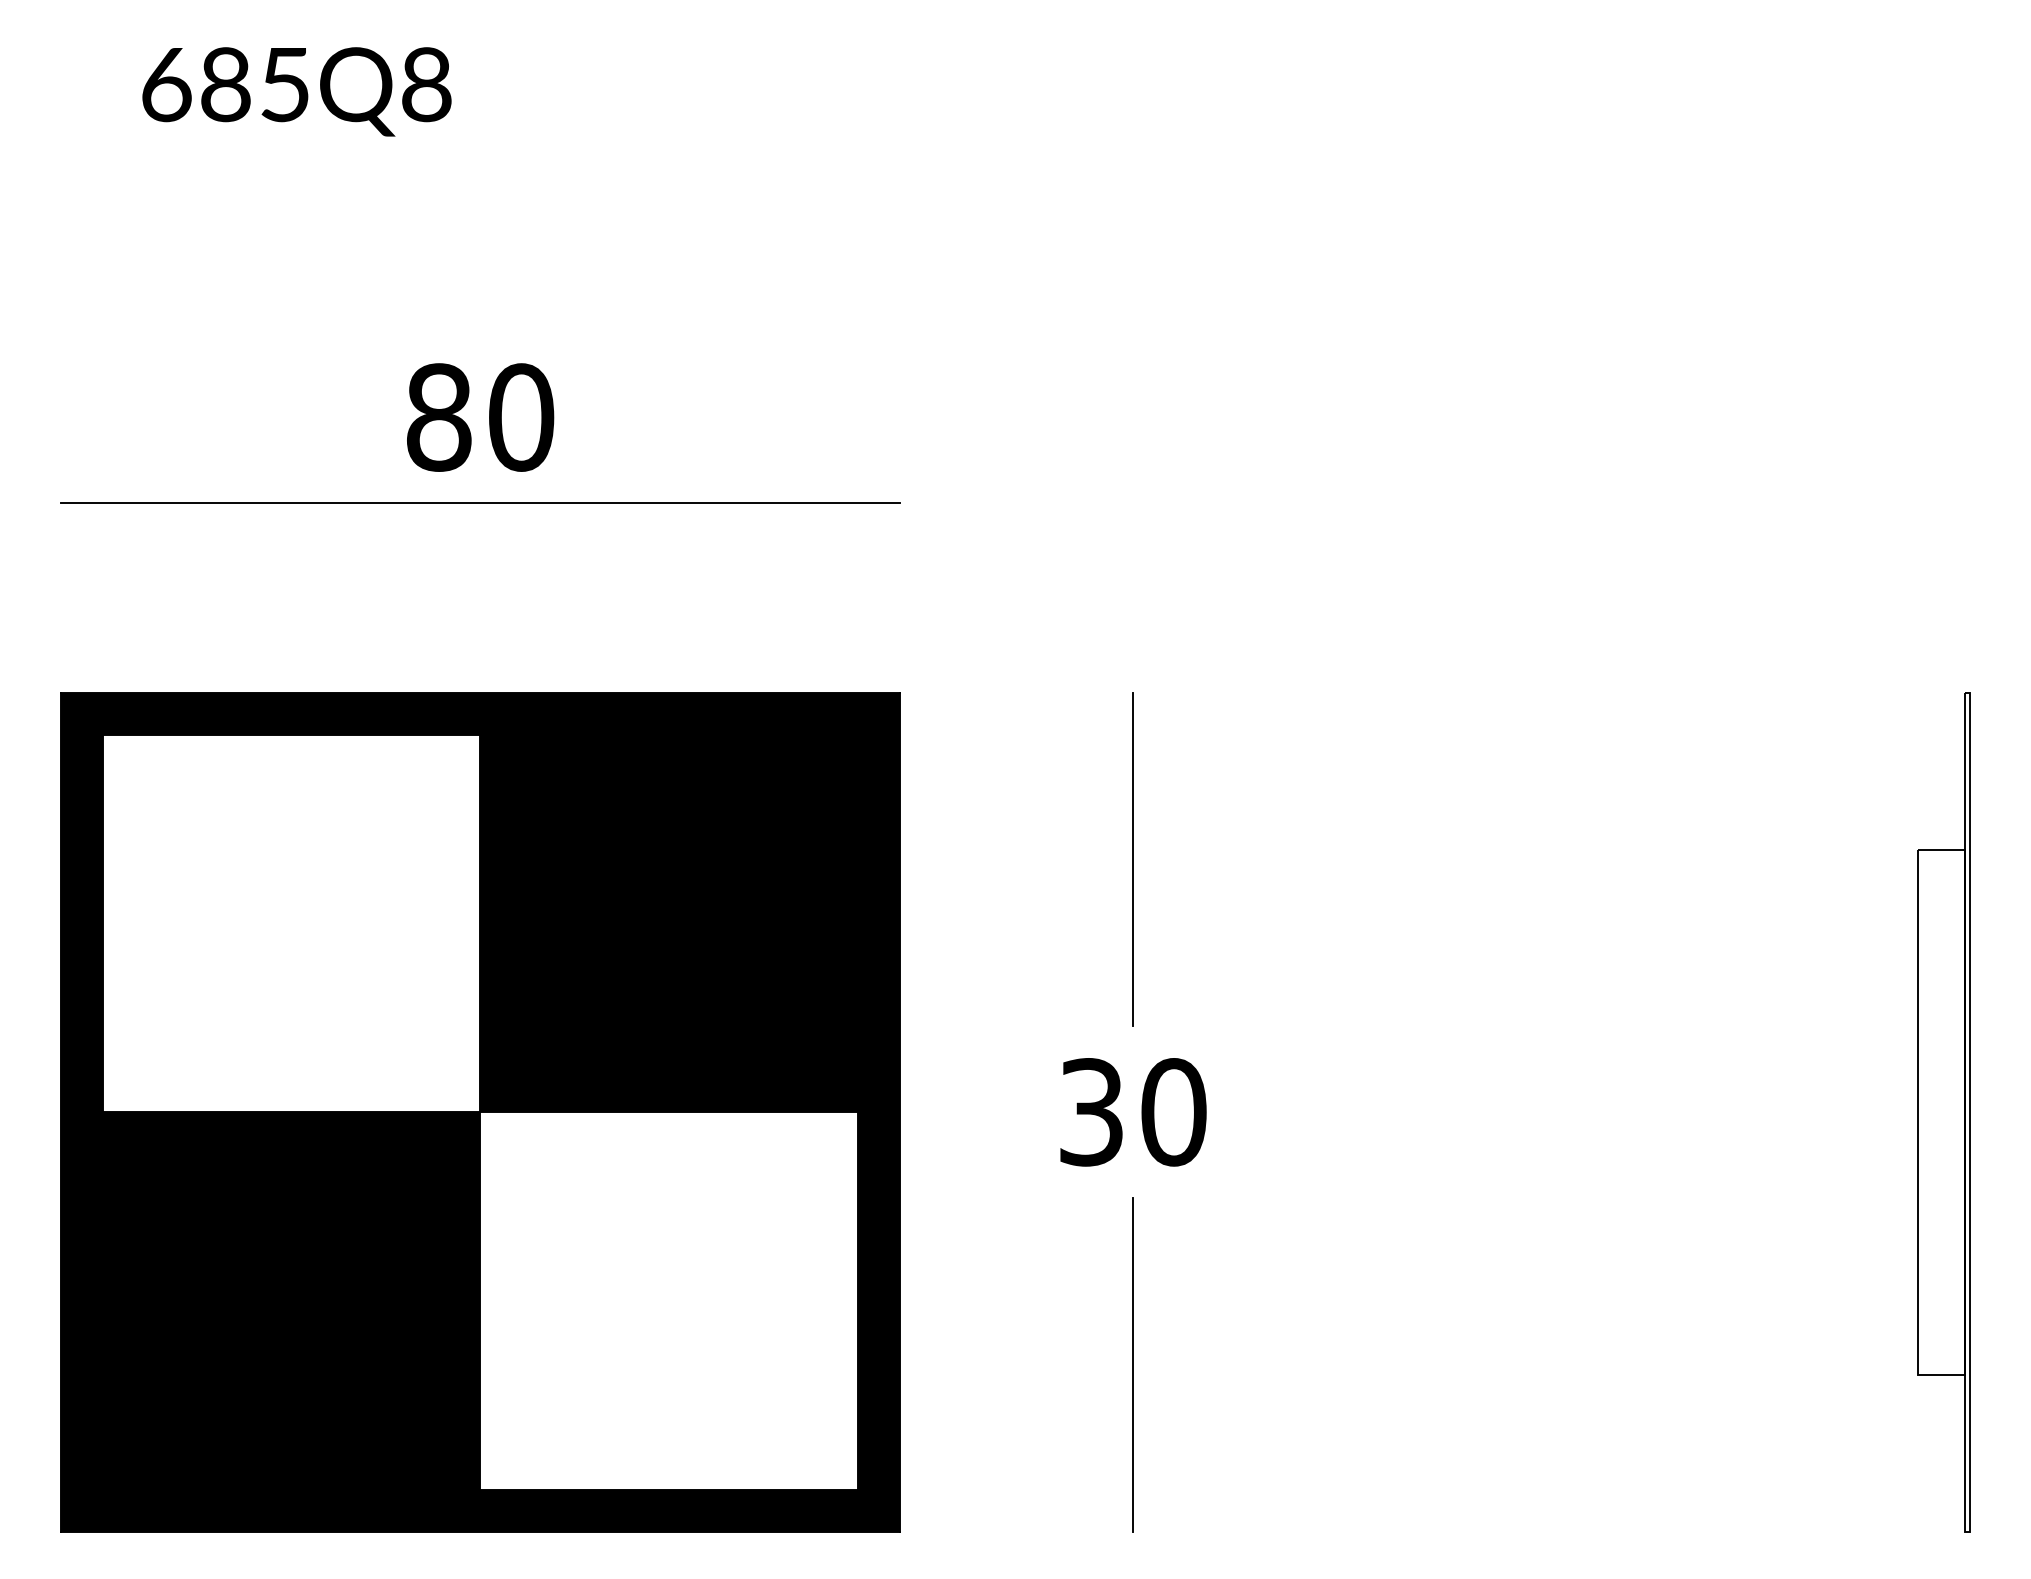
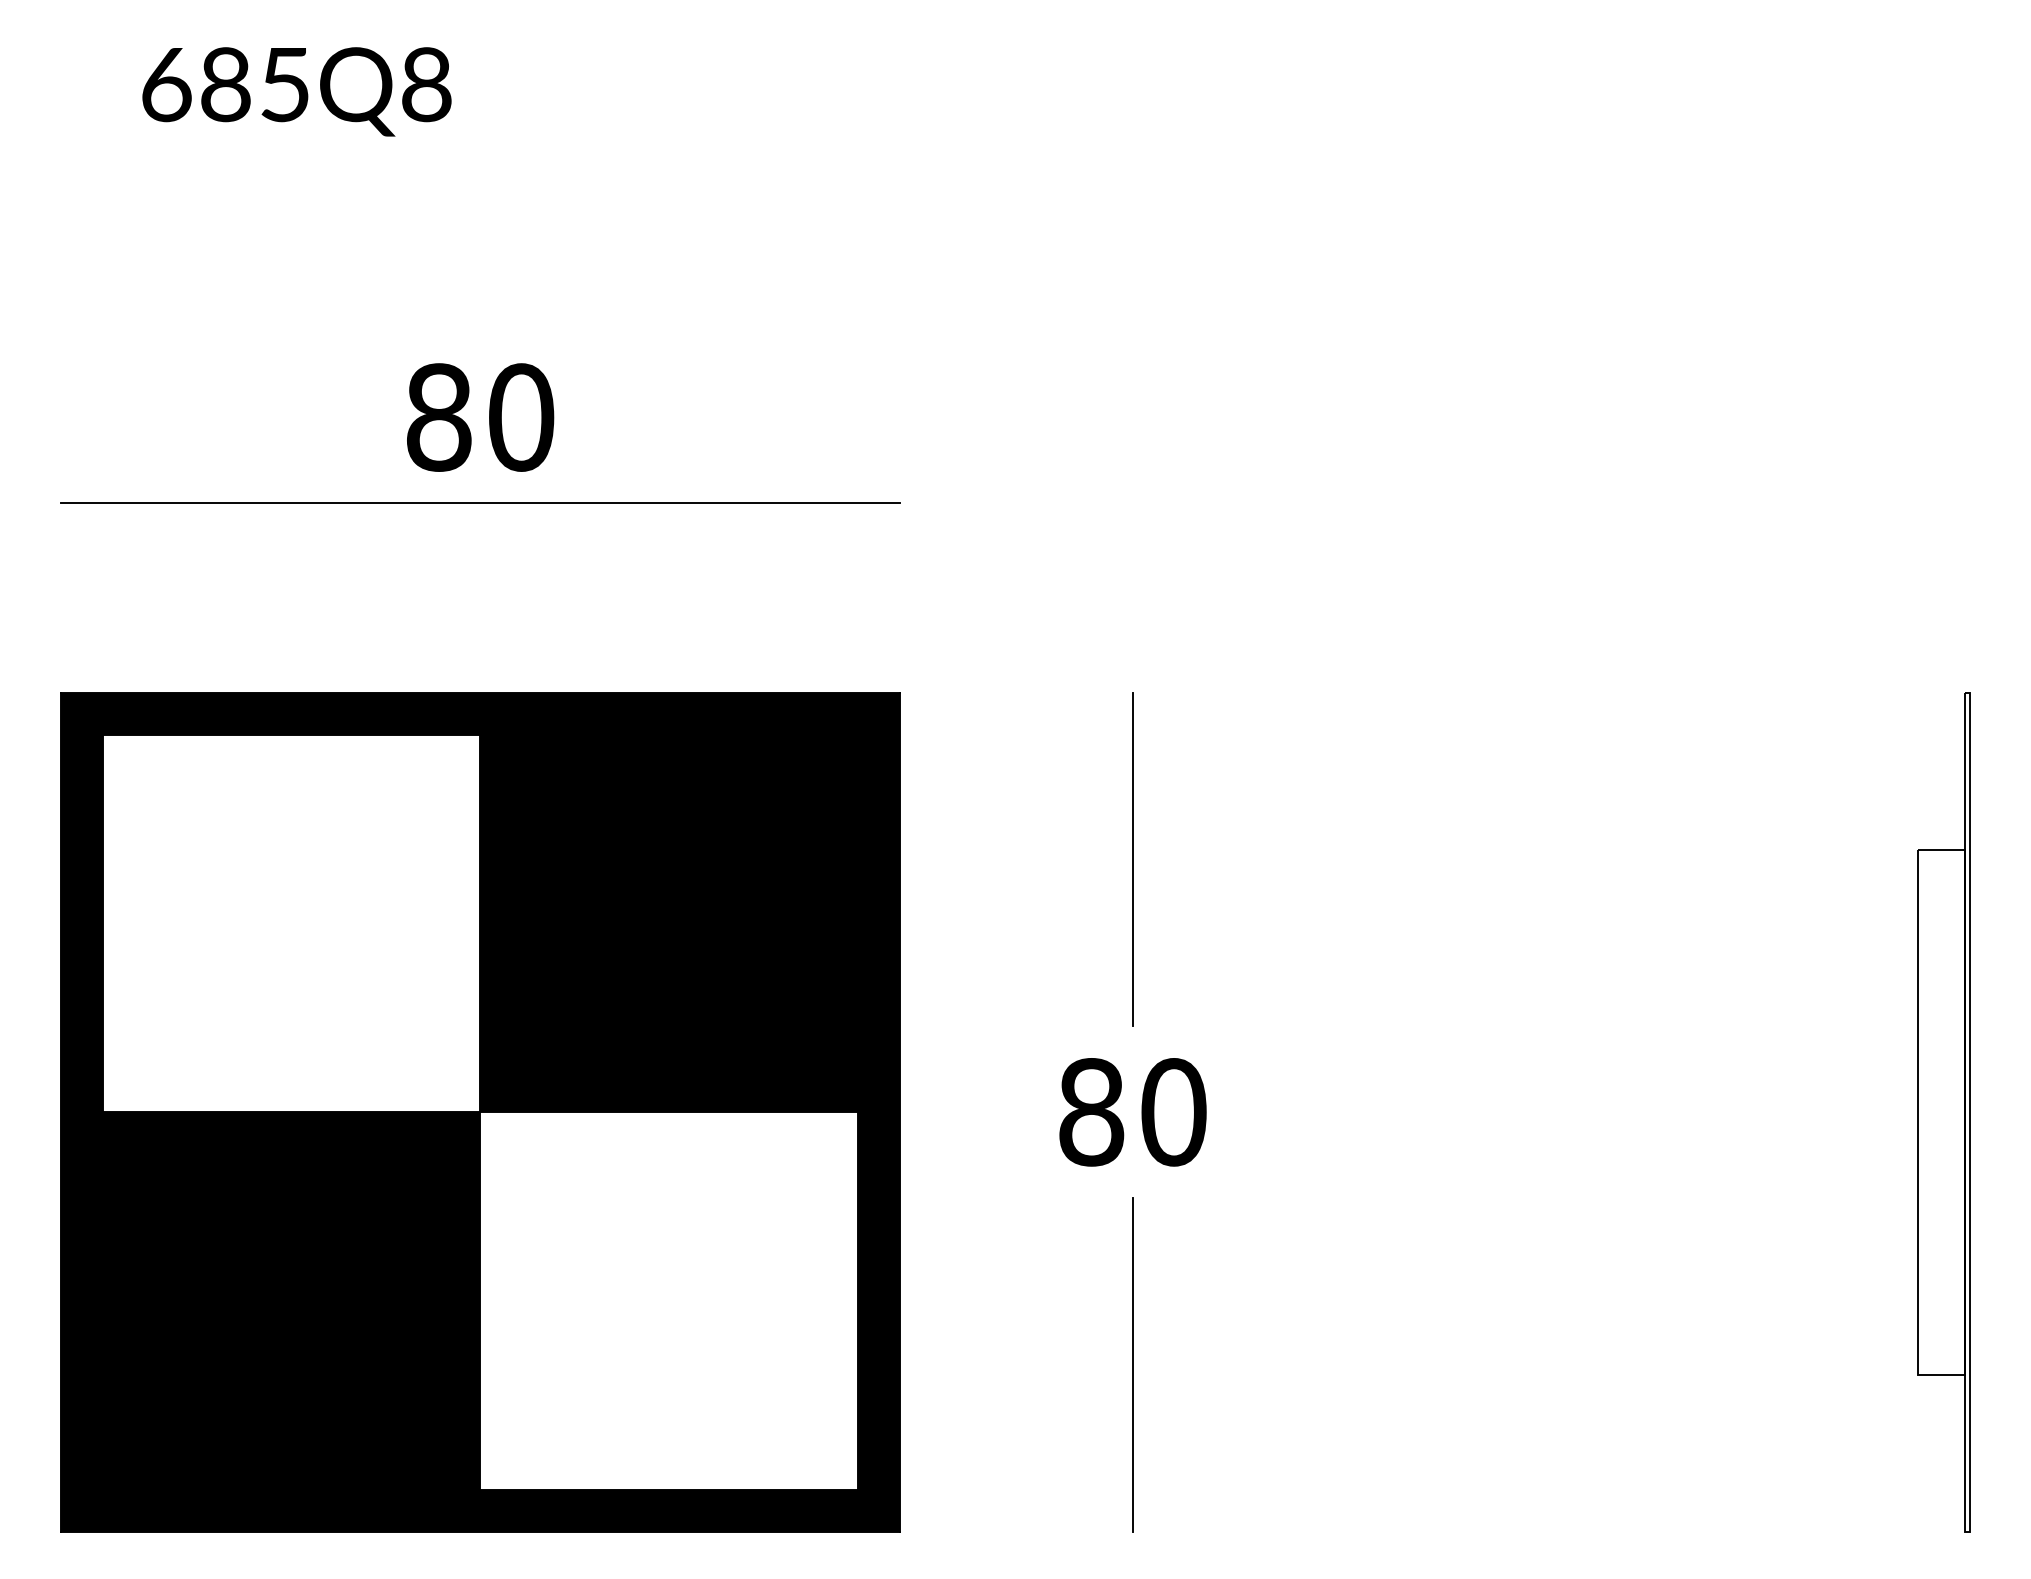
text at (1091, 1112): 30 -> 80
